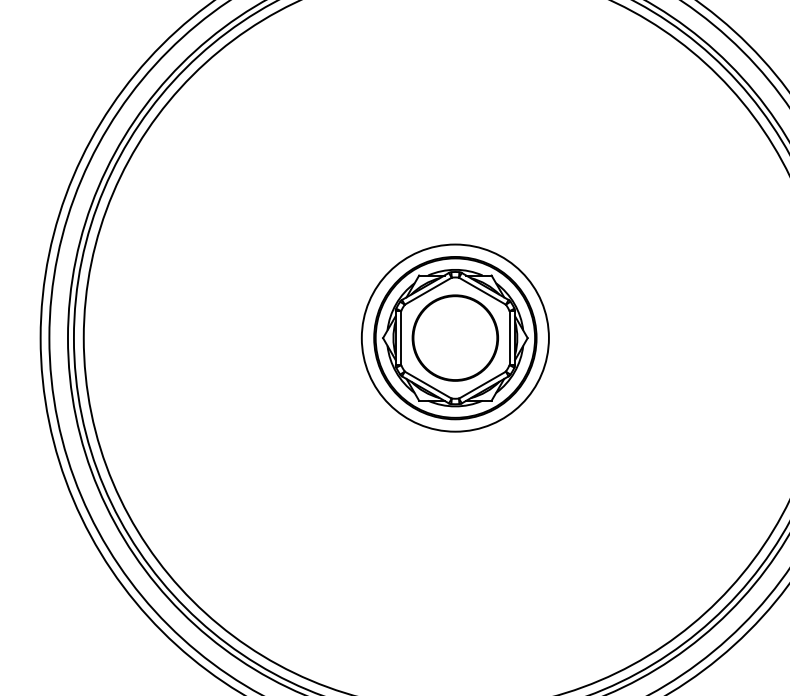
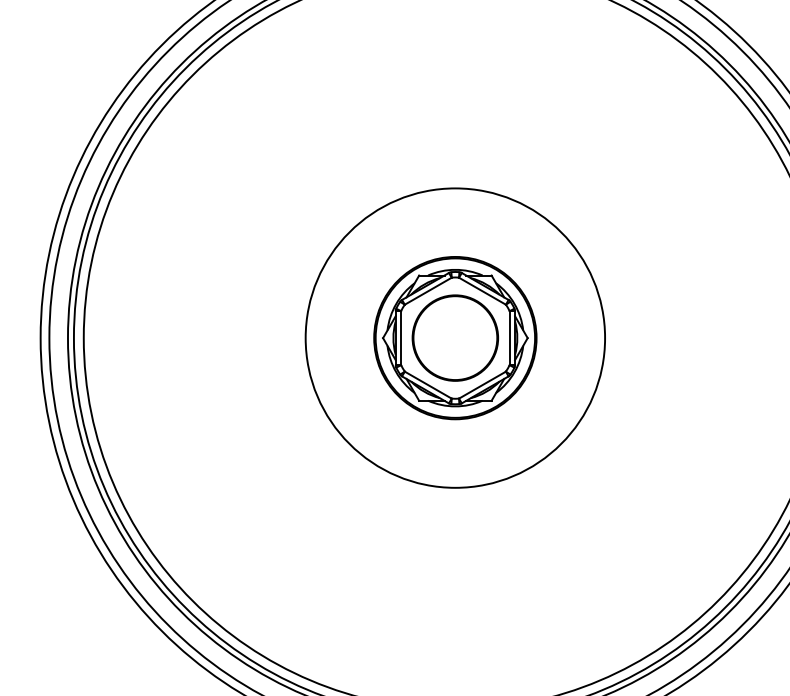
circle at (454, 337) diameter: 187 px -> 299 px
